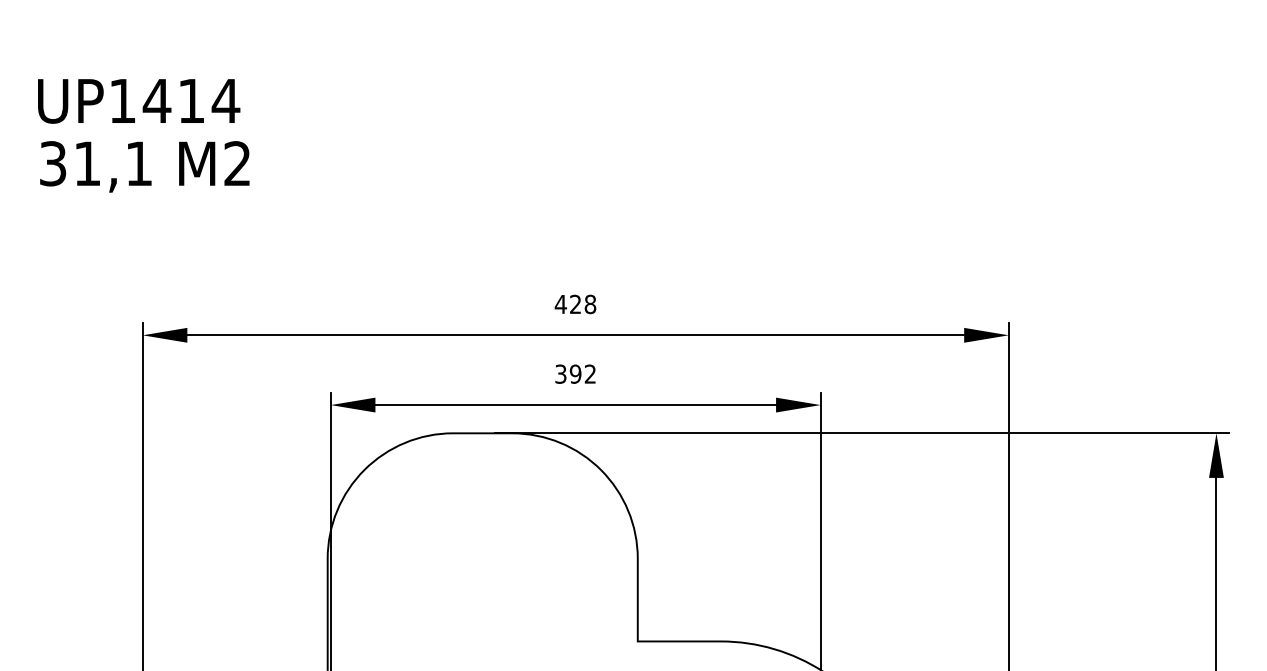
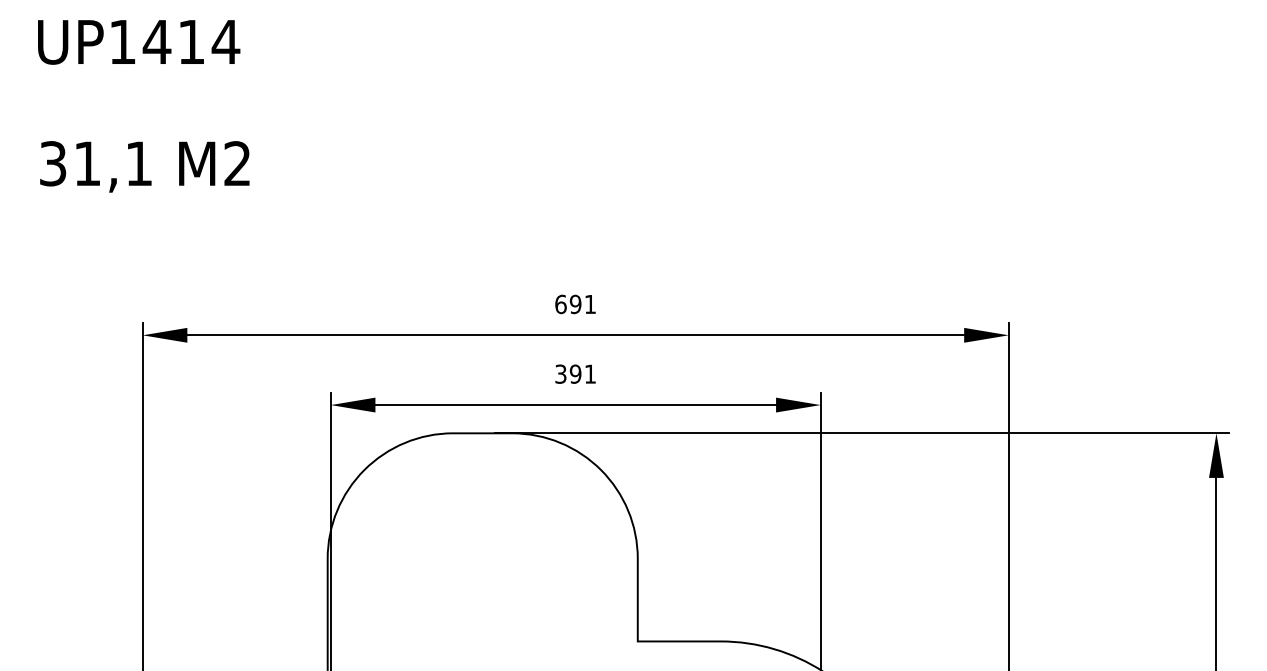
text at (139, 101) position: (139, 101) -> (139, 42)
text at (575, 304): 428 -> 691
text at (589, 373): 392 -> 391
